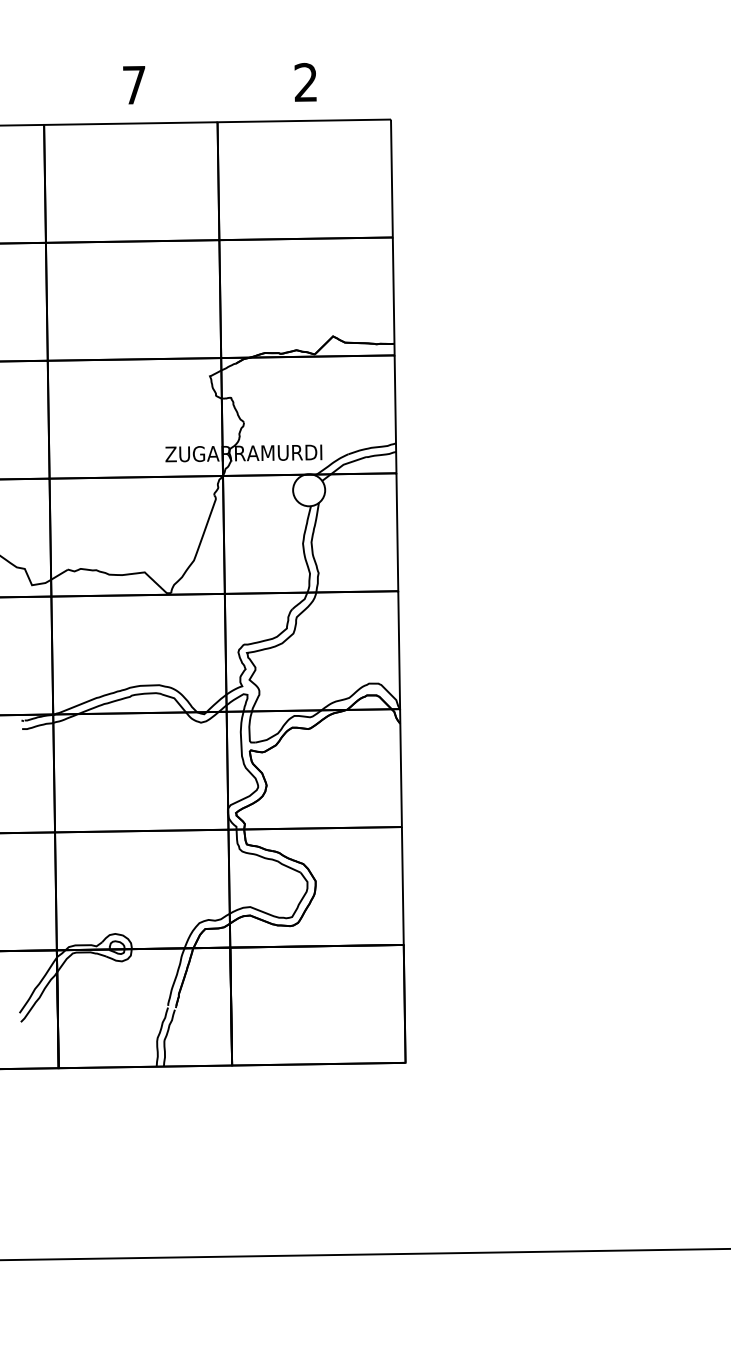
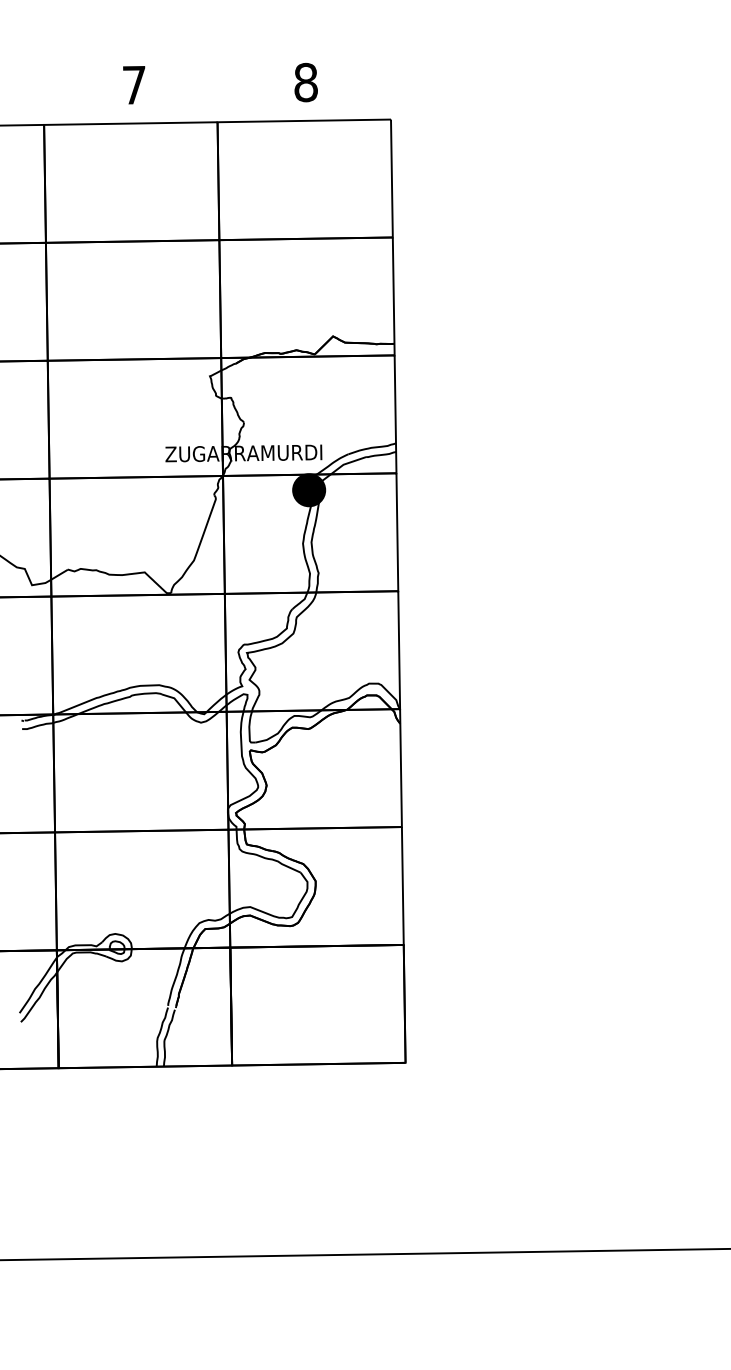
text at (305, 82): 2 -> 8
fill at (309, 490): none -> present
fill at (309, 490): none -> present
